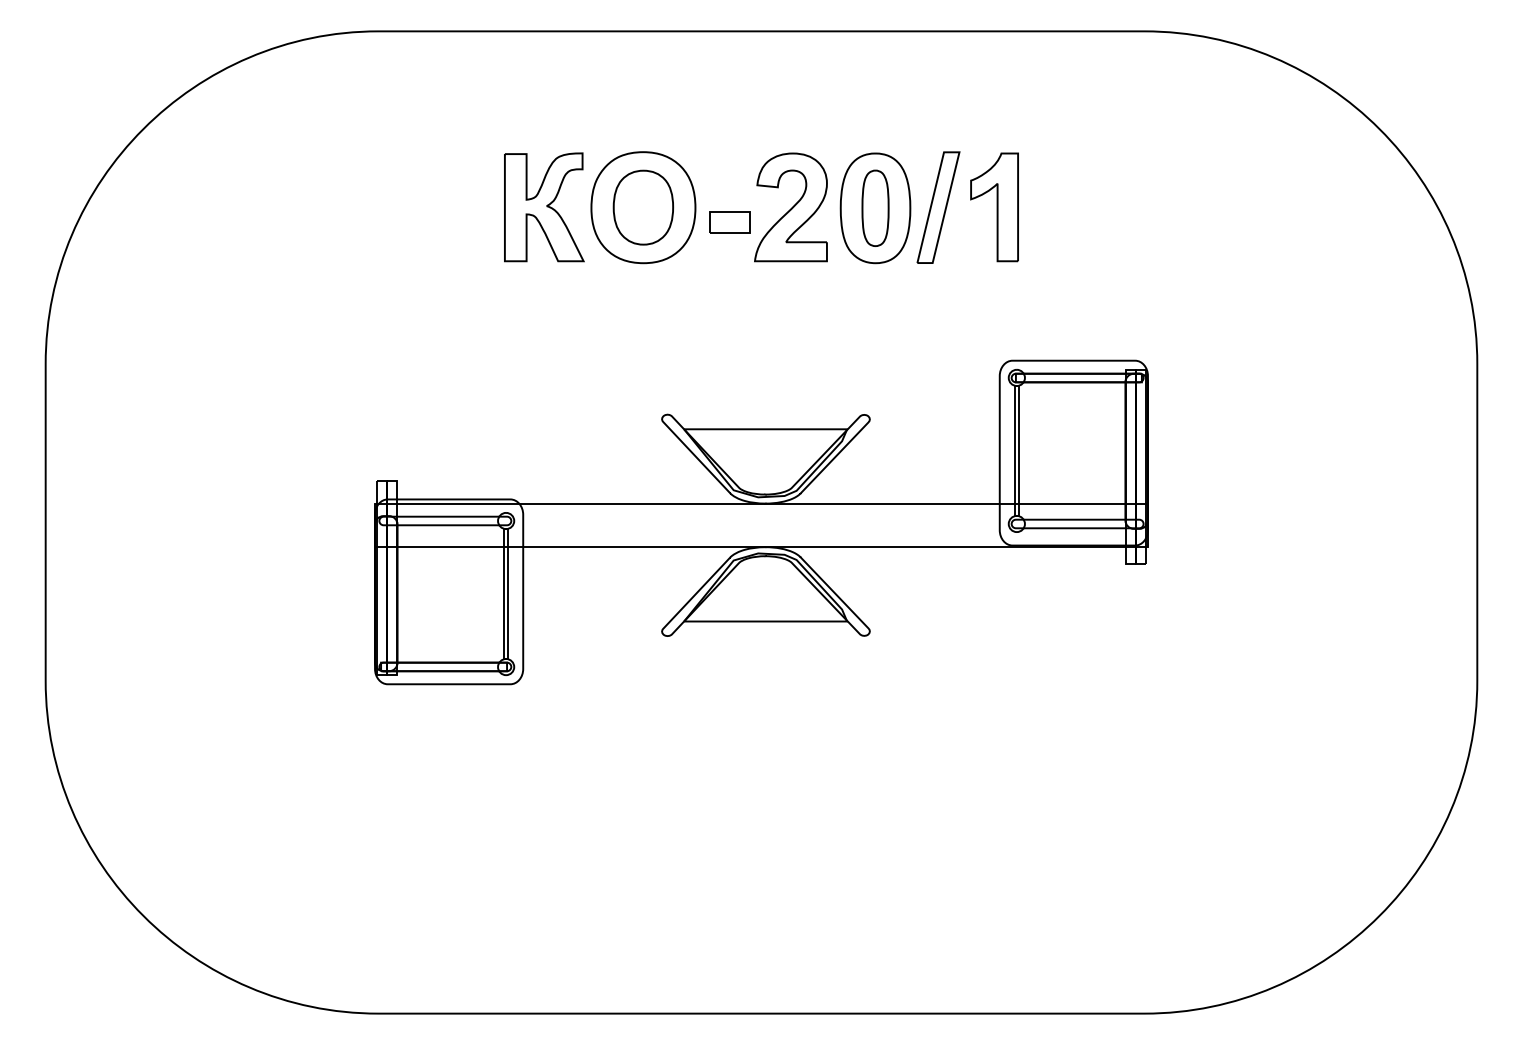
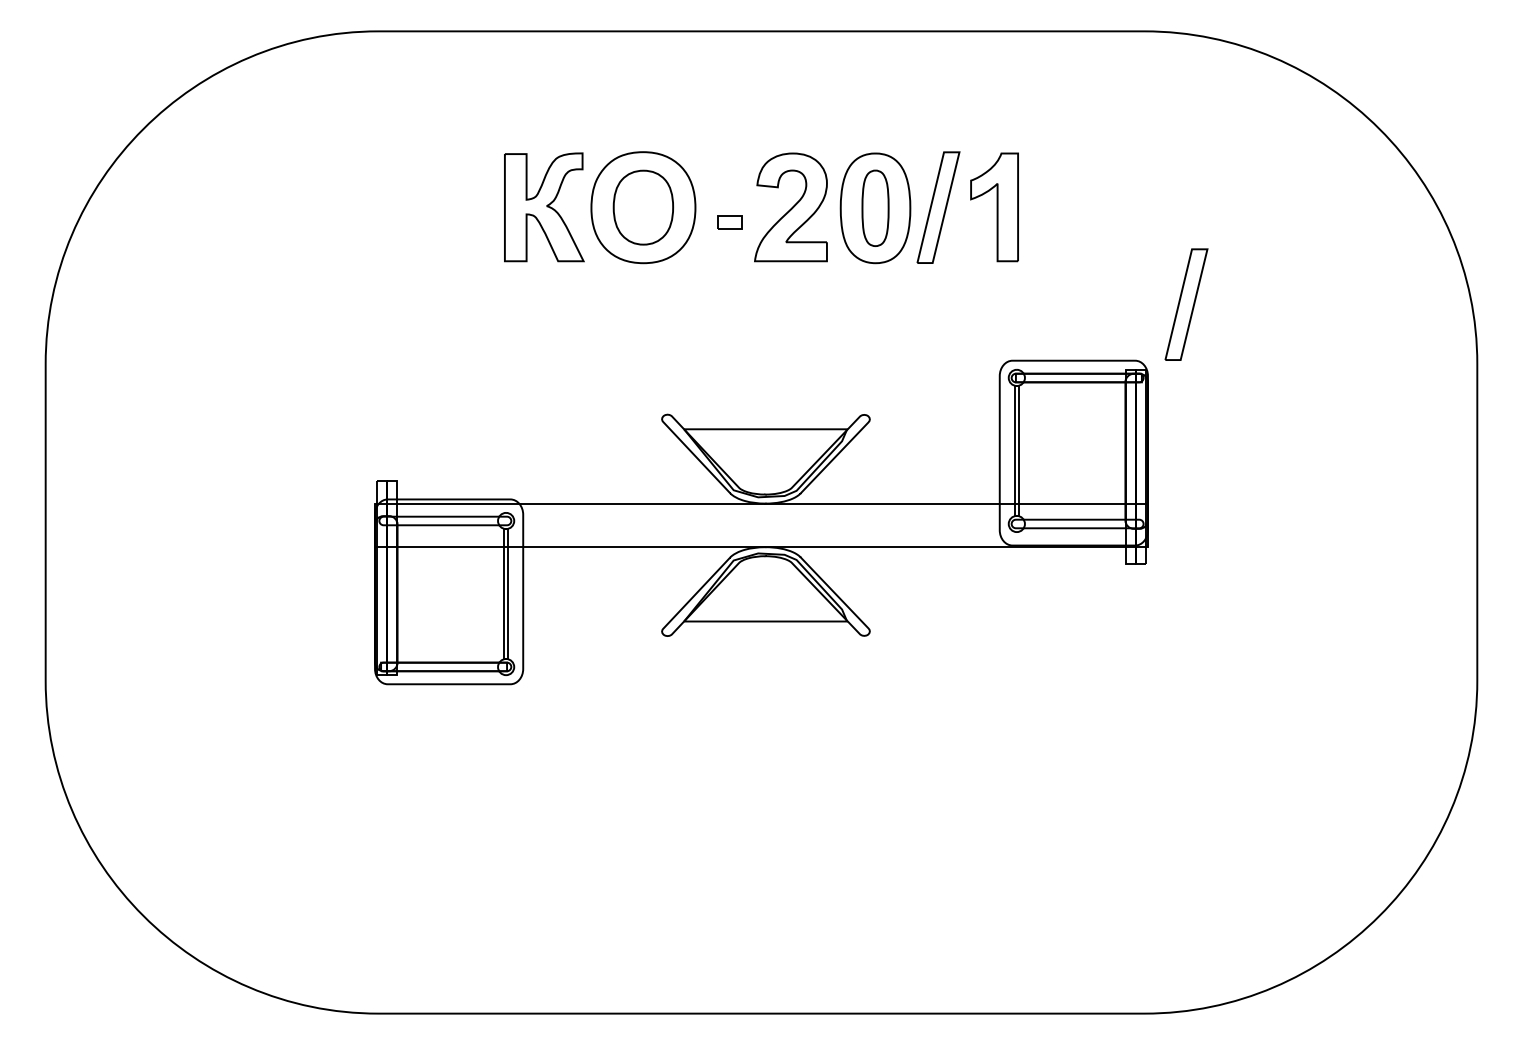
part at (729, 222) size: 42x23 px -> 26x15 px
part at (1186, 304): none -> present
